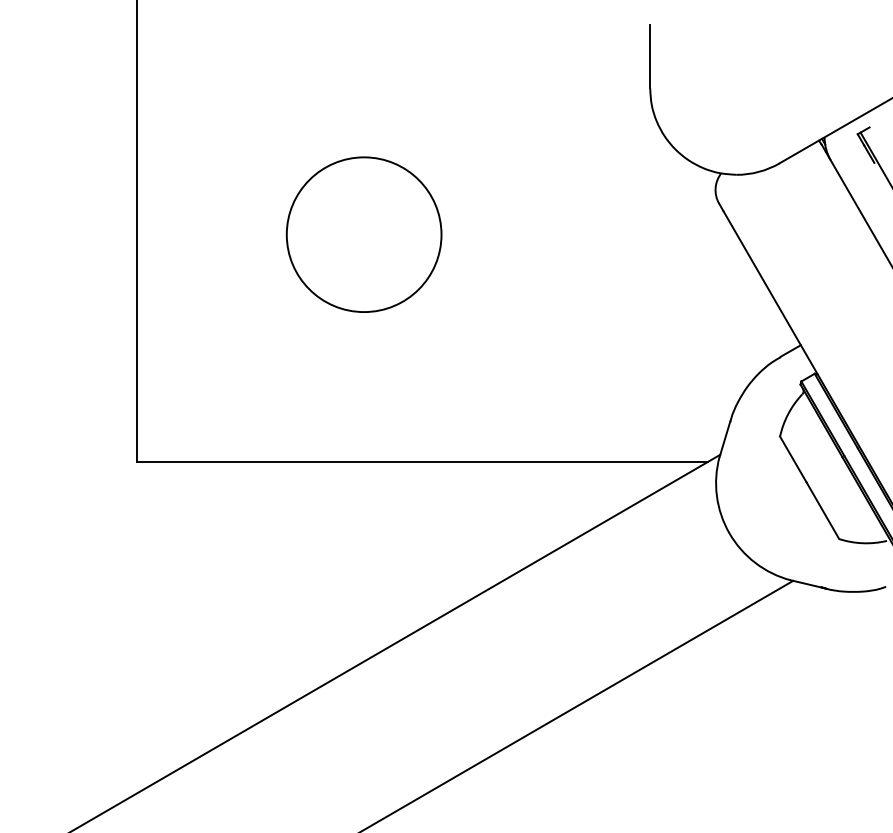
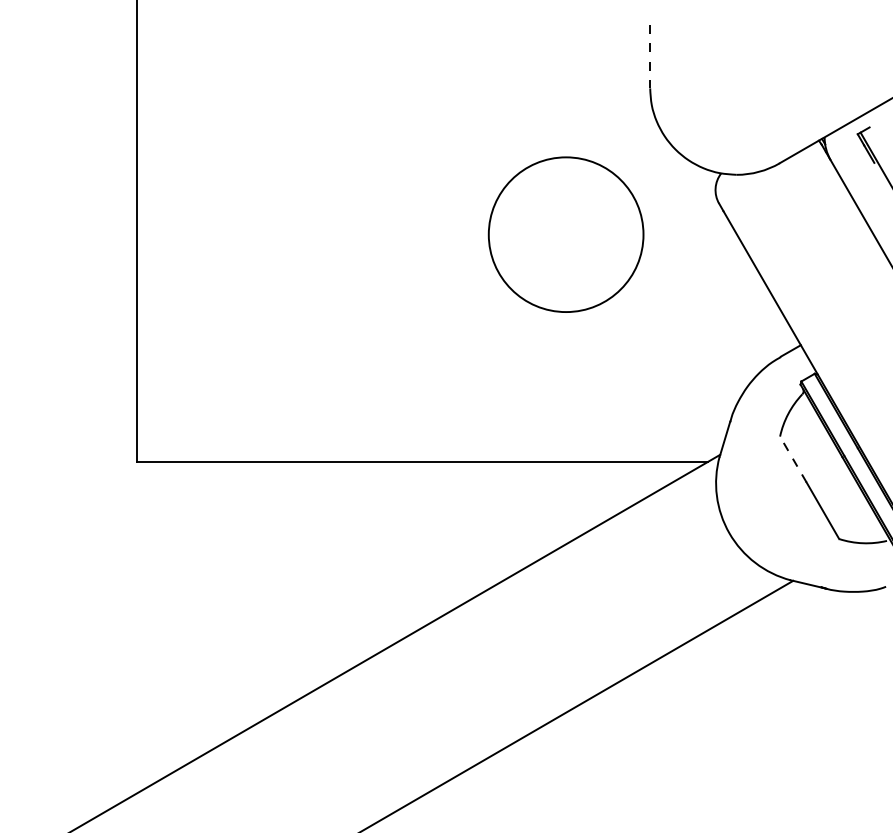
line at (650, 56): solid -> dashed
circle at (363, 234) position: (363, 234) -> (565, 234)
line at (793, 459): solid -> dashed
